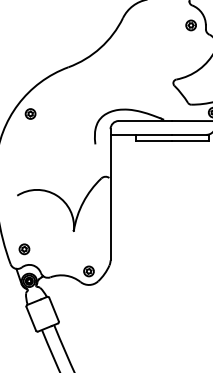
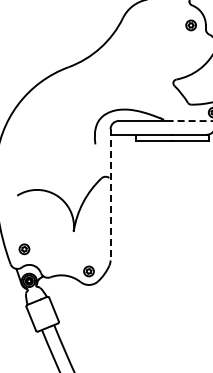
part at (30, 113): present -> none
line at (191, 121): solid -> dashed
line at (110, 194): solid -> dashed
